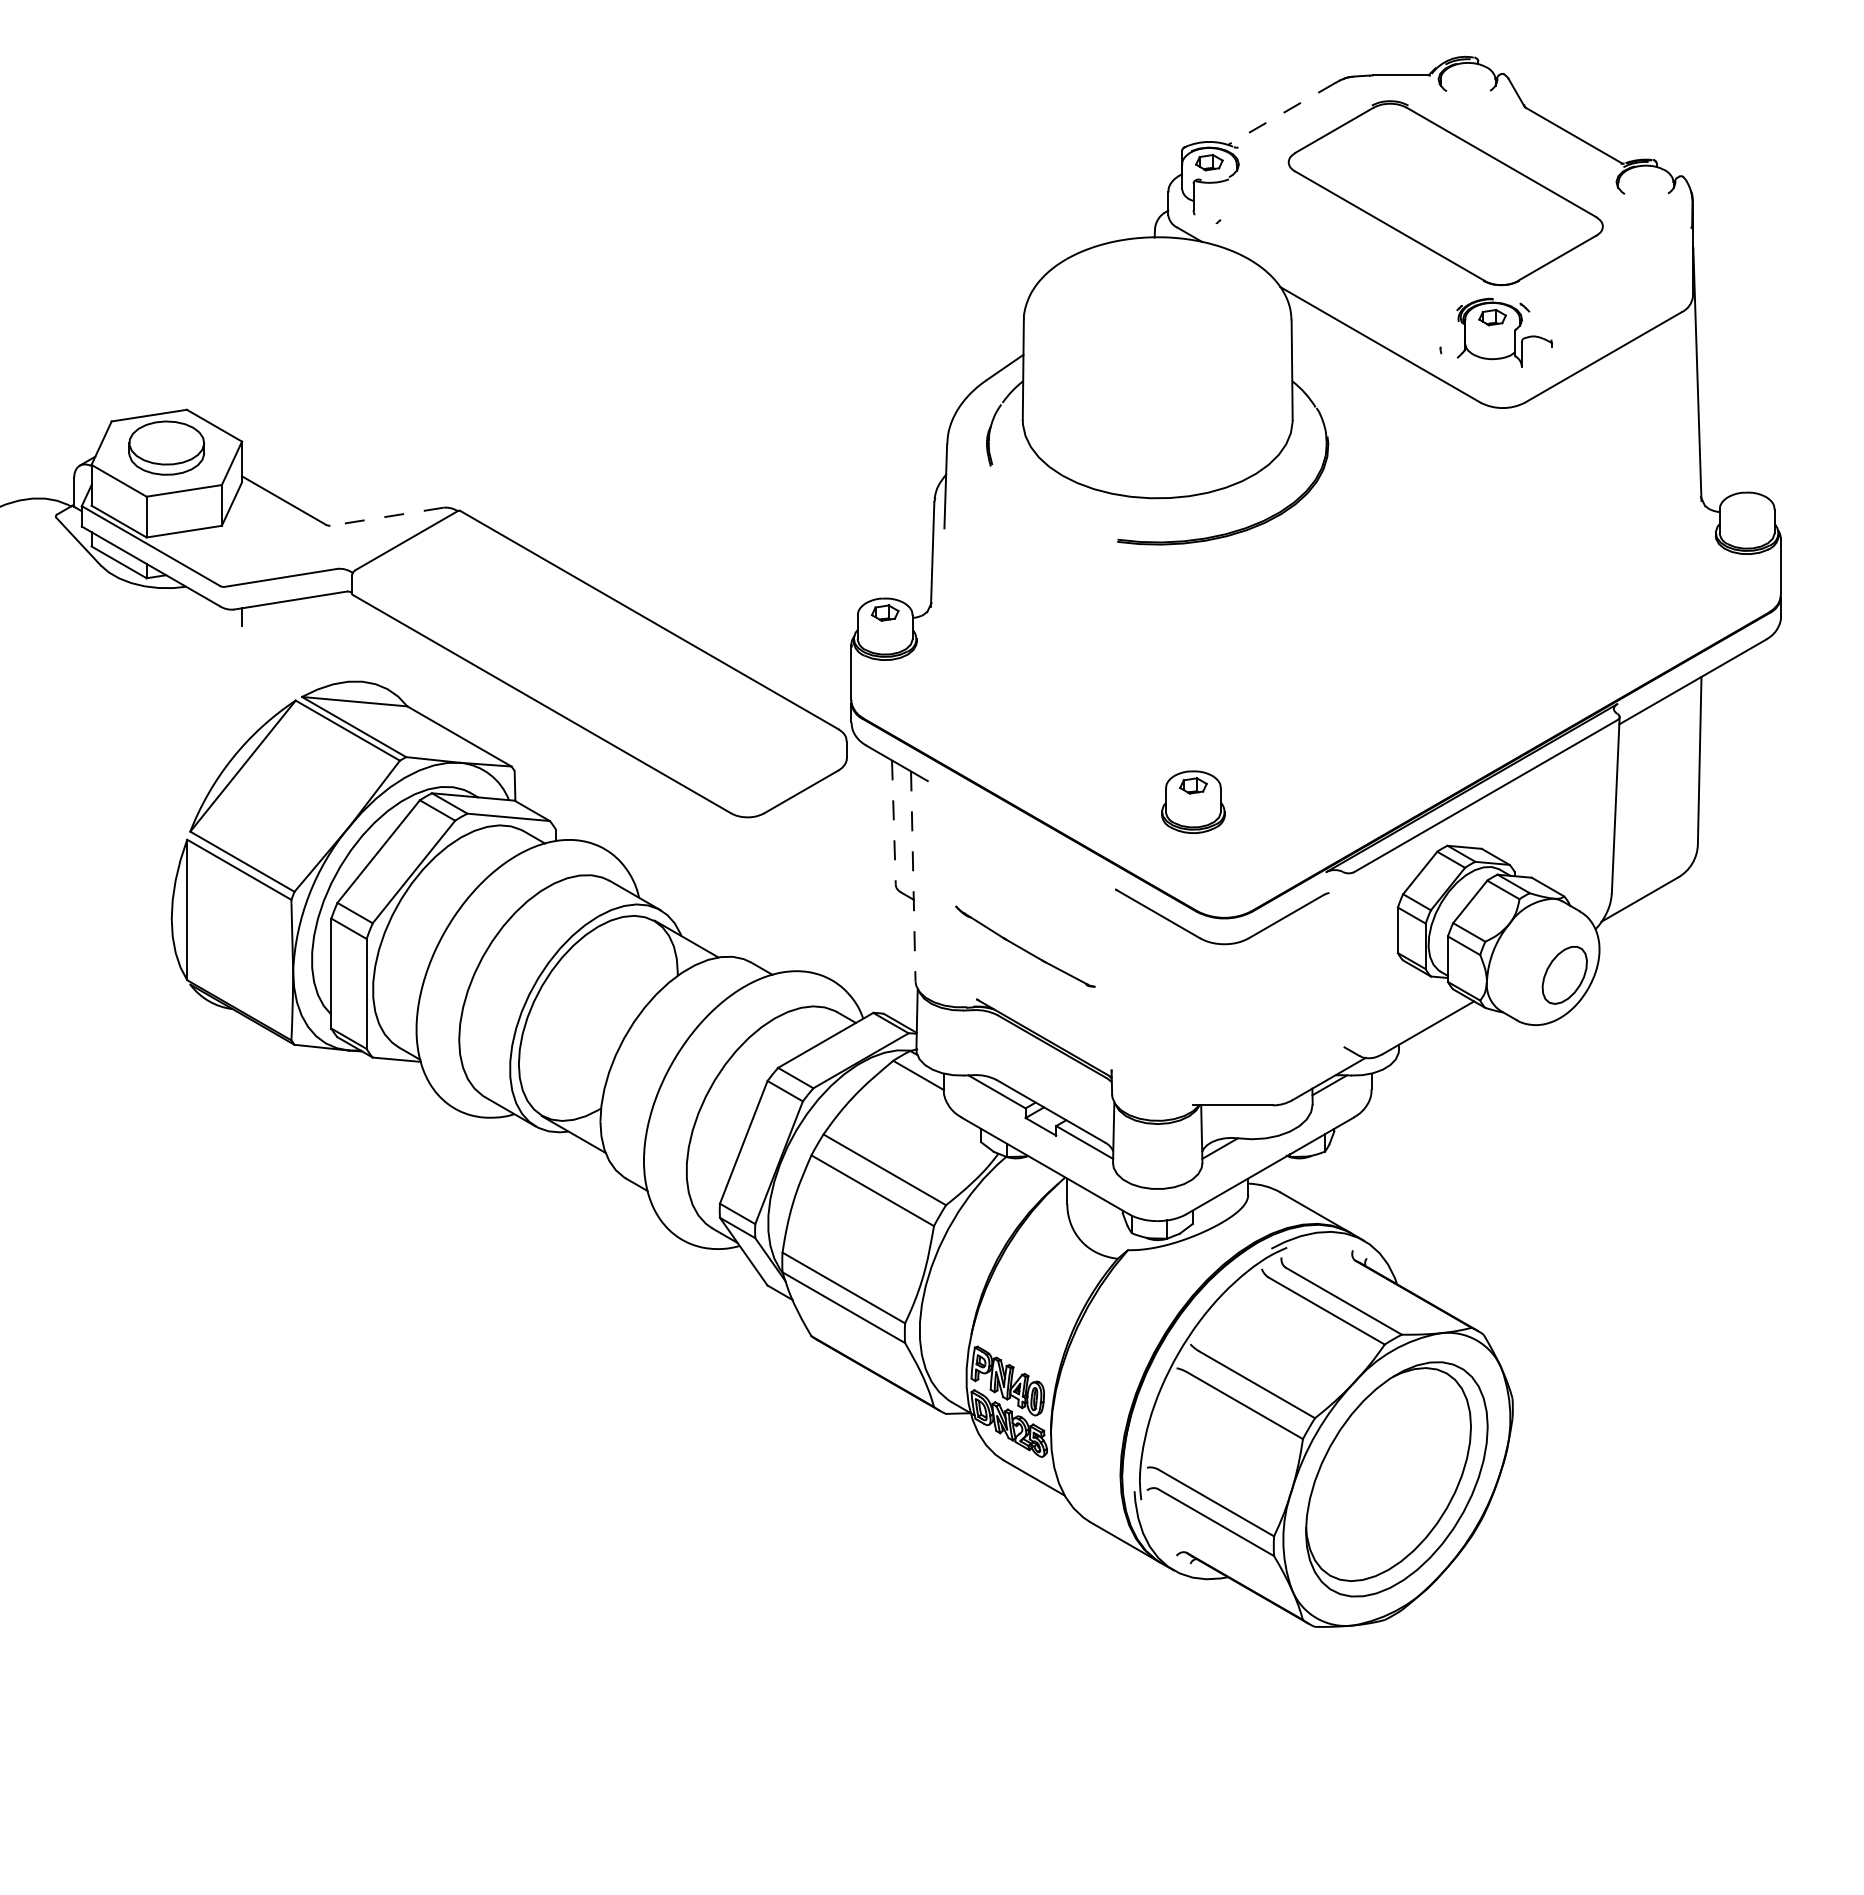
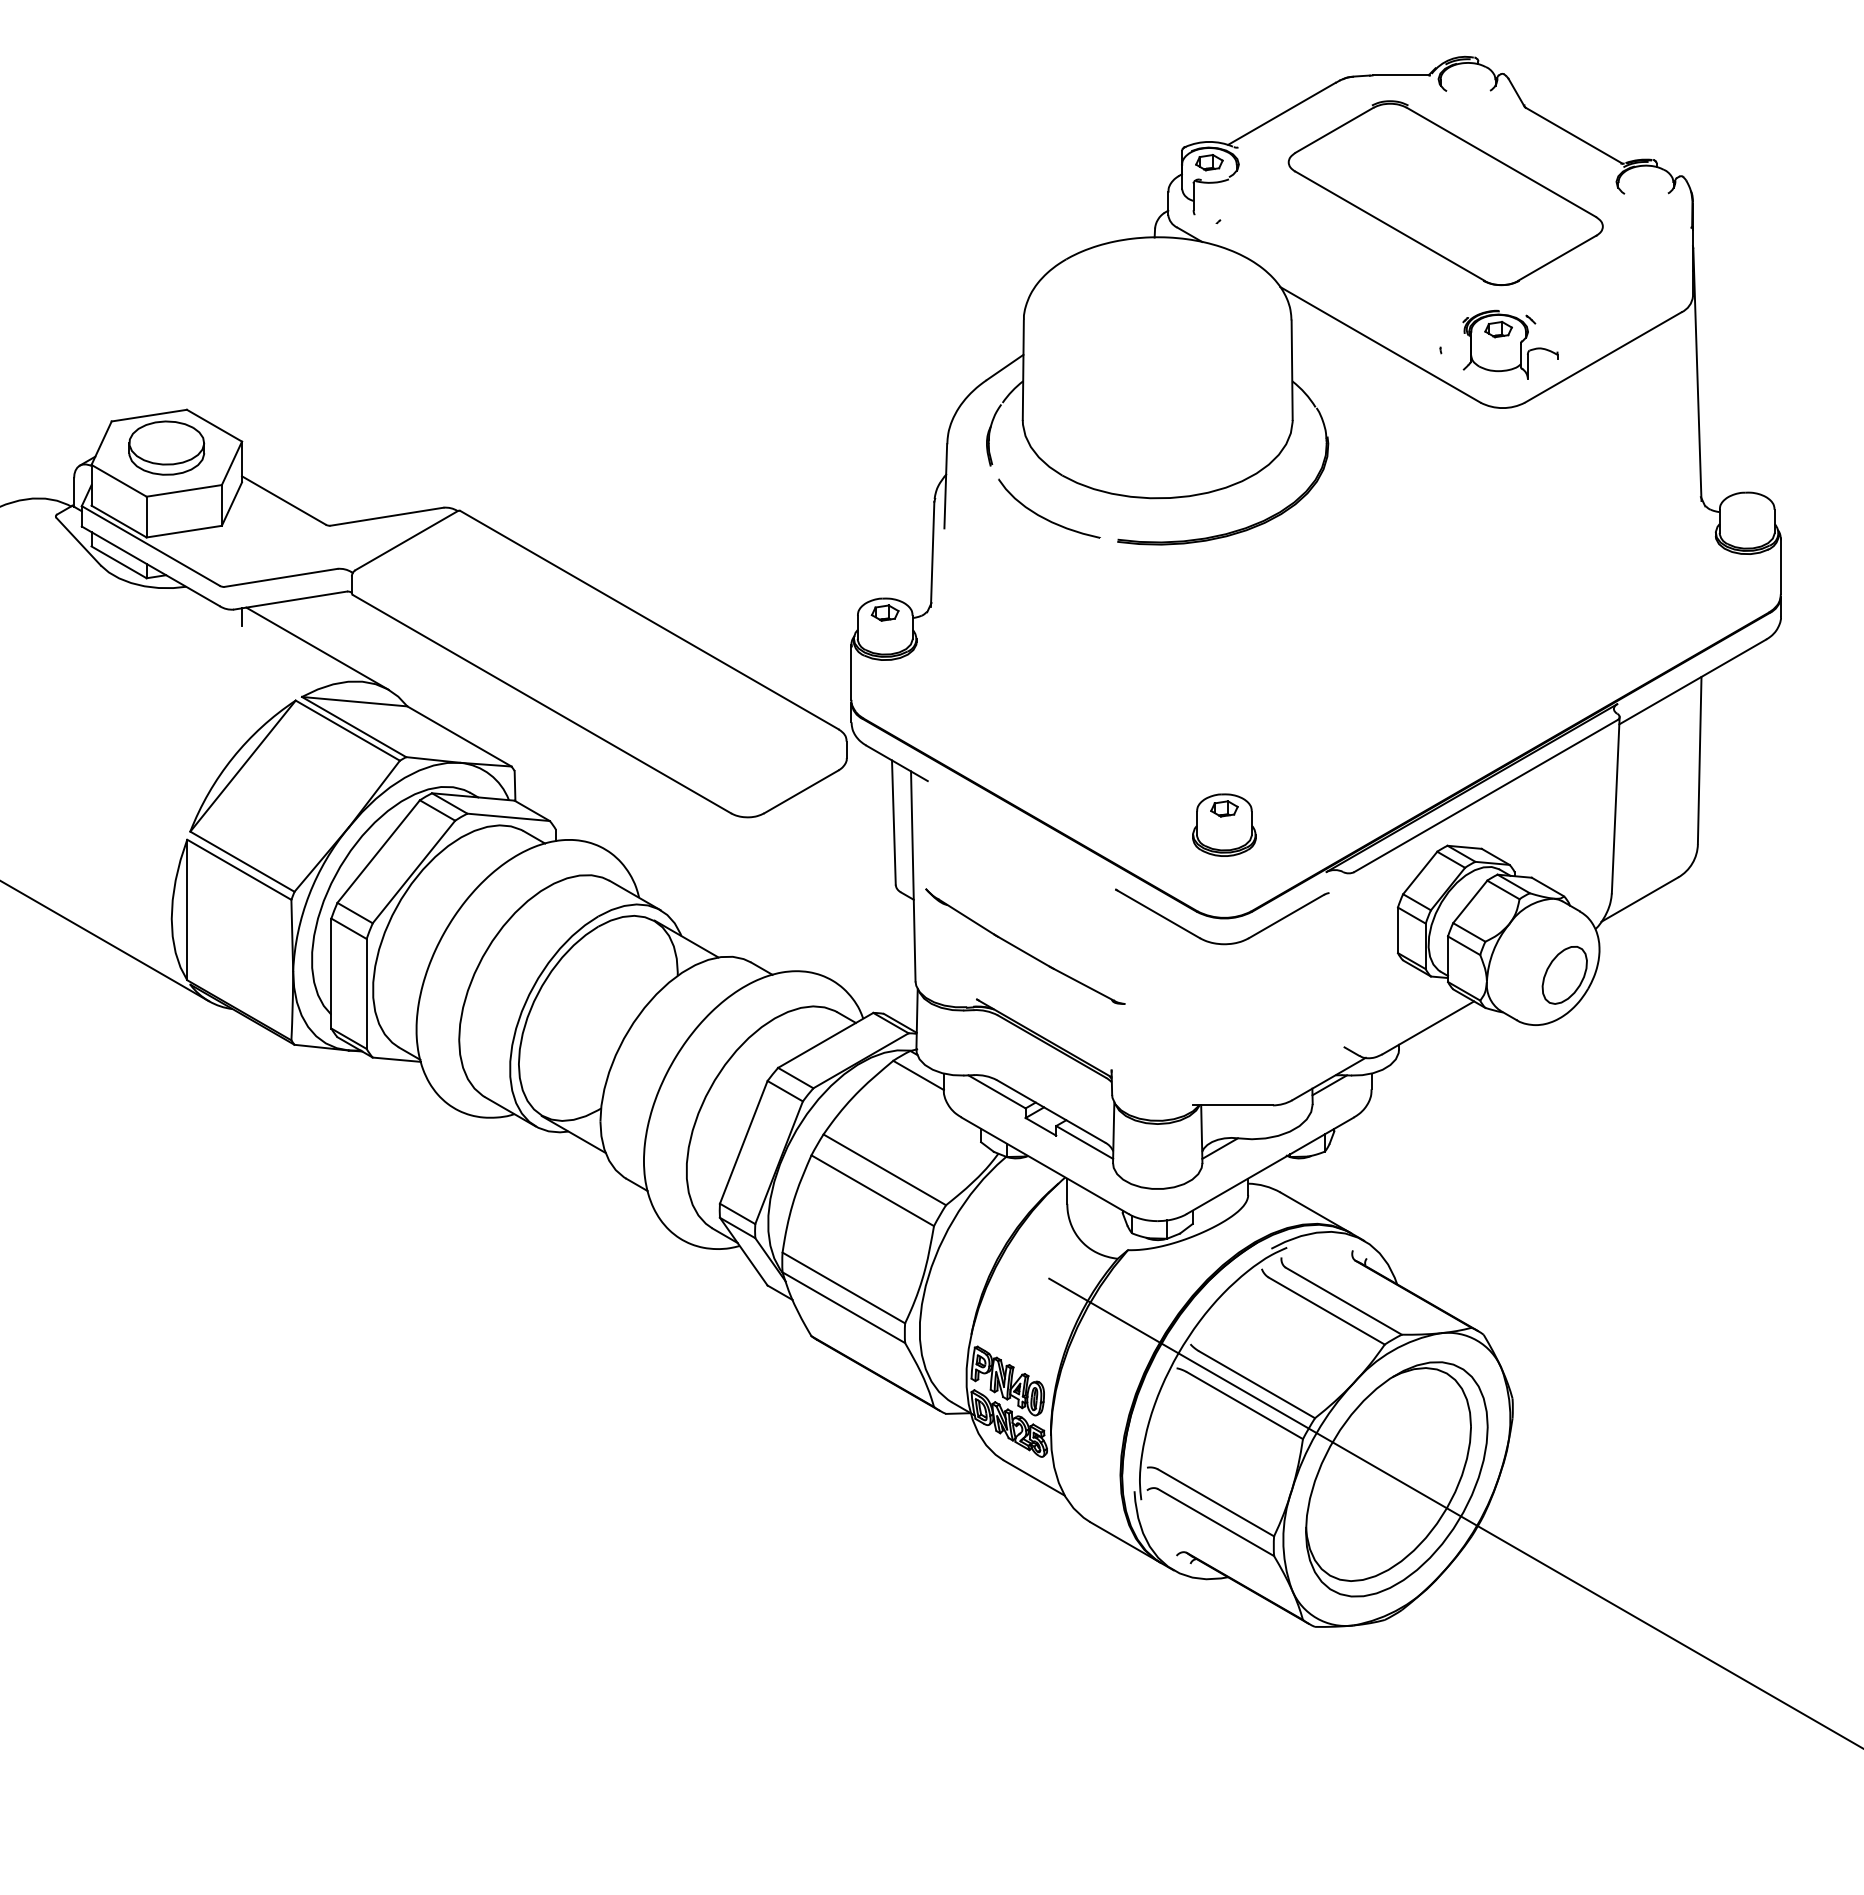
line at (1281, 113): dashed -> solid
part at (1504, 332) position: (1504, 332) -> (1510, 344)
line at (386, 516): dashed -> solid
part at (1045, 517): none -> present
line at (317, 648): none -> present
part at (1193, 801) position: (1193, 801) -> (1224, 824)
line at (893, 823): dashed -> solid
line at (913, 876): dashed -> solid
line at (105, 941): none -> present
part at (1025, 946) size: 141x83 px -> 201x117 px
line at (1454, 1512): none -> present
